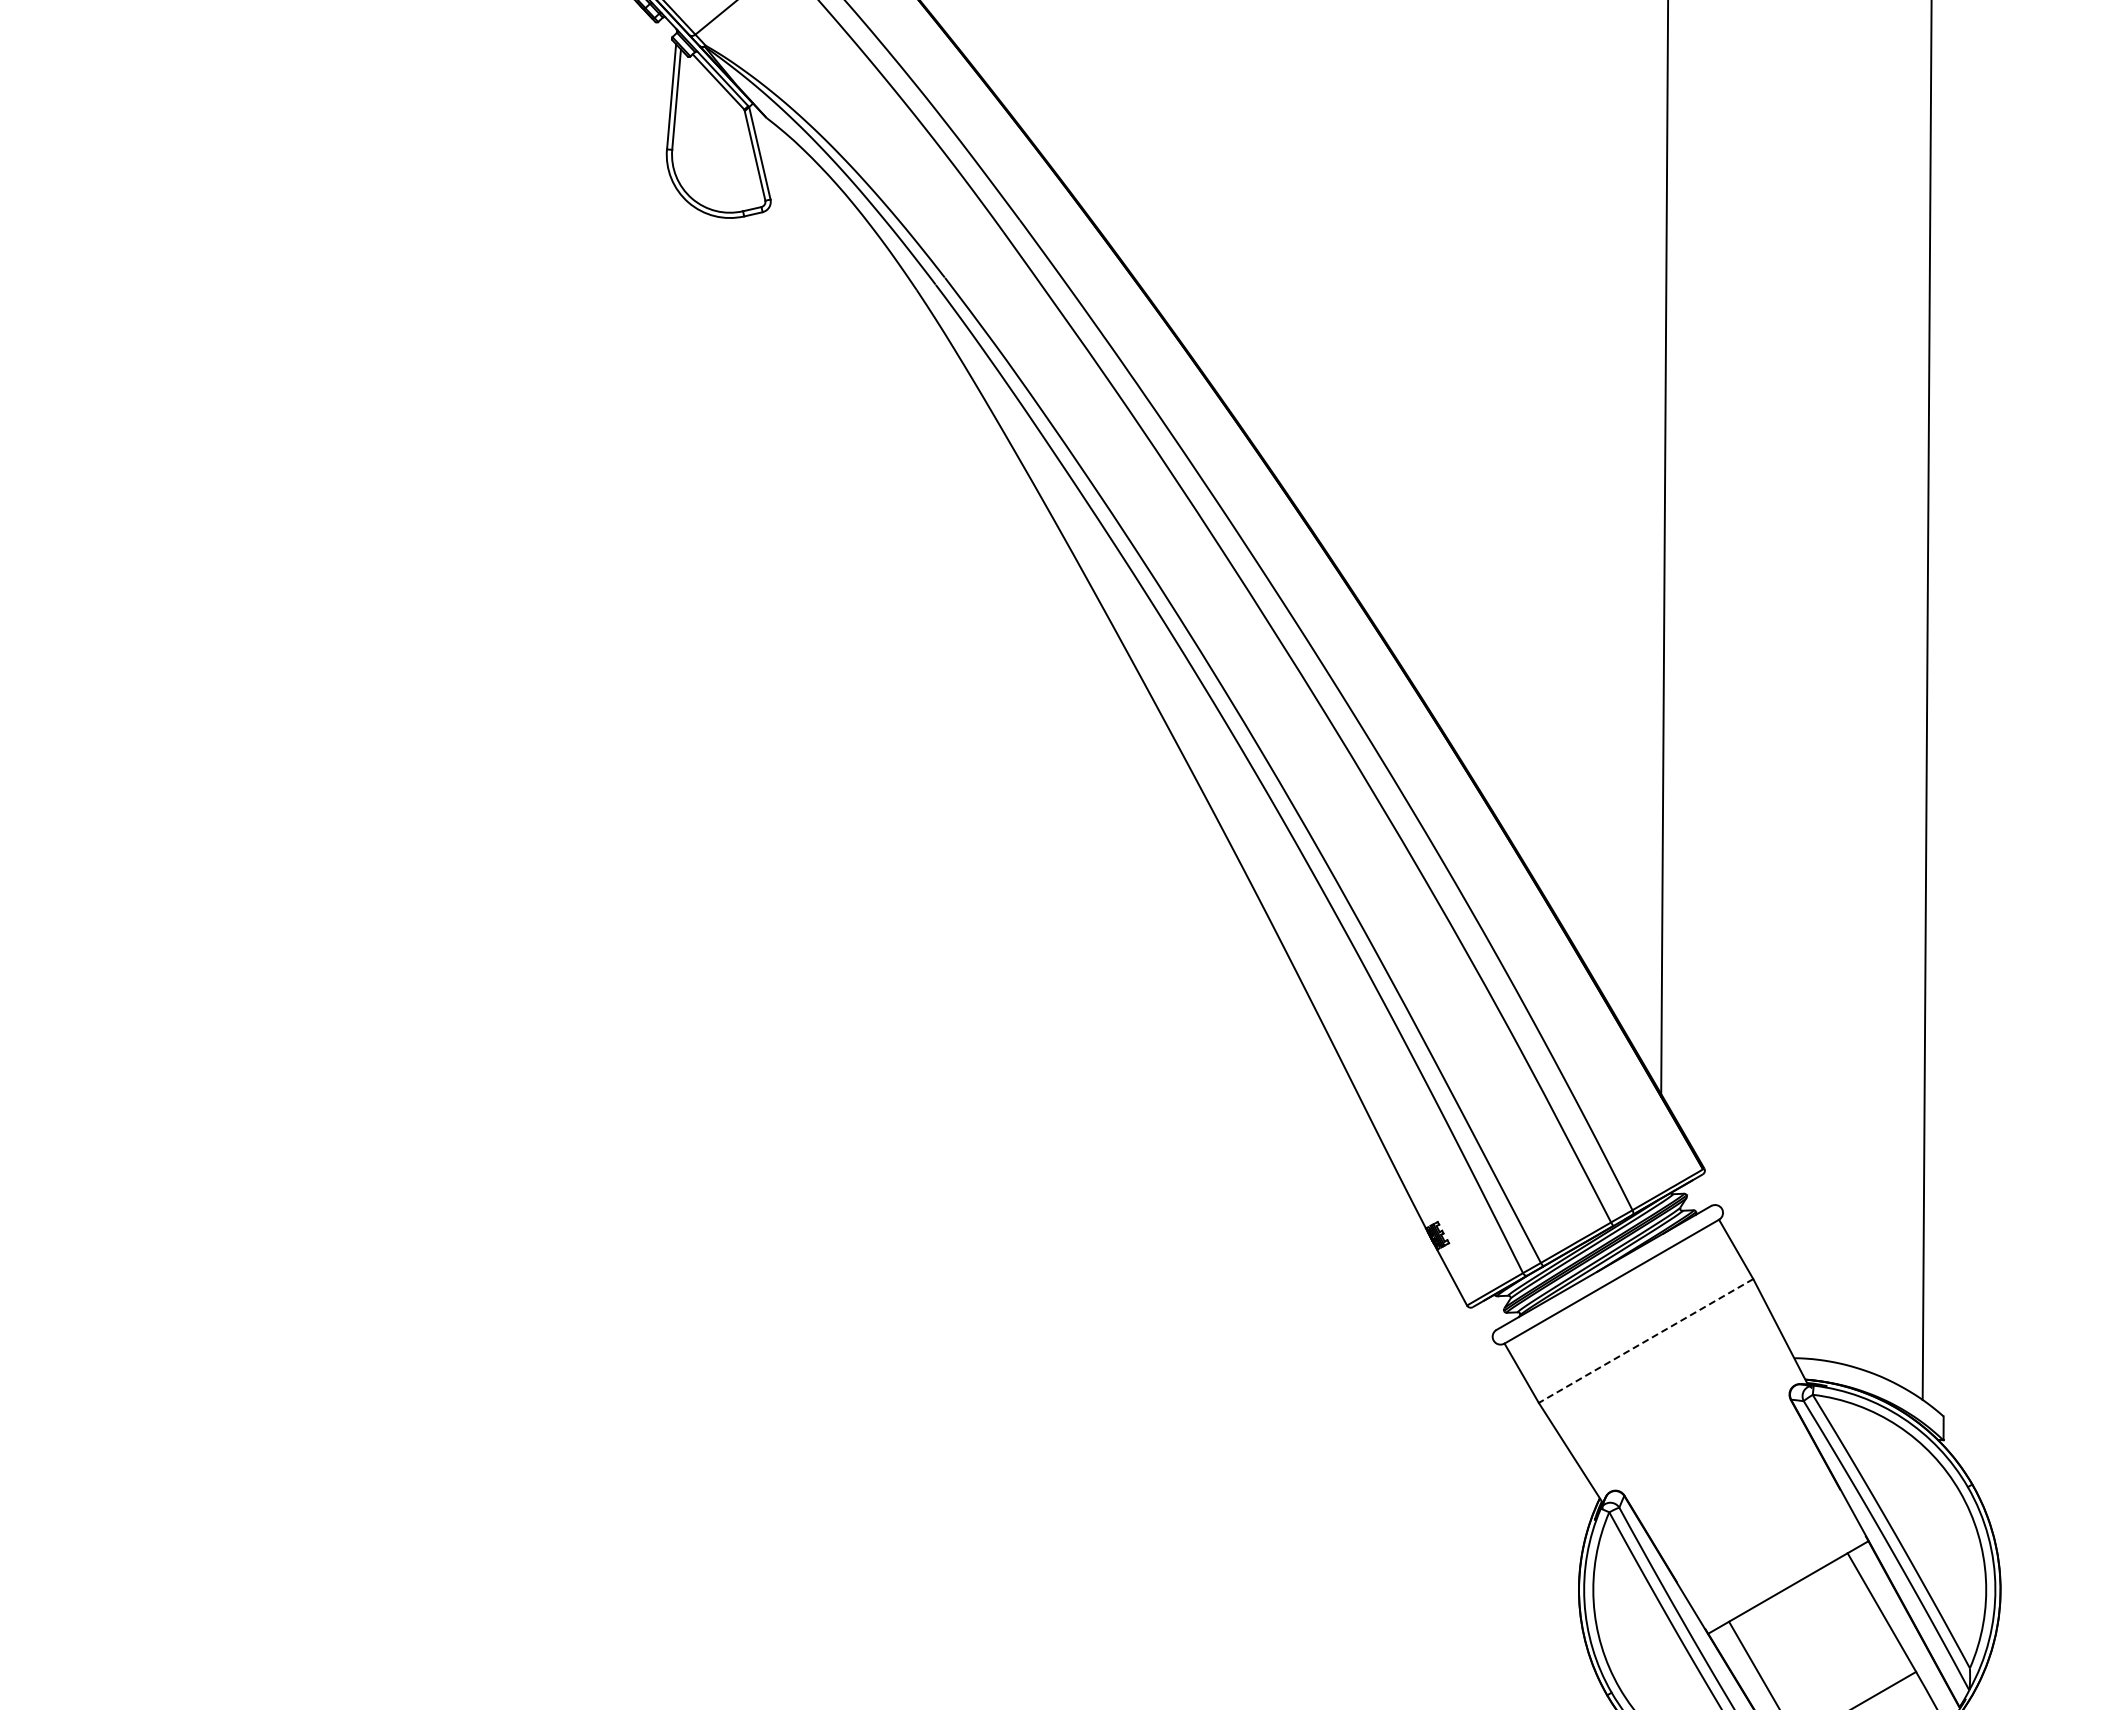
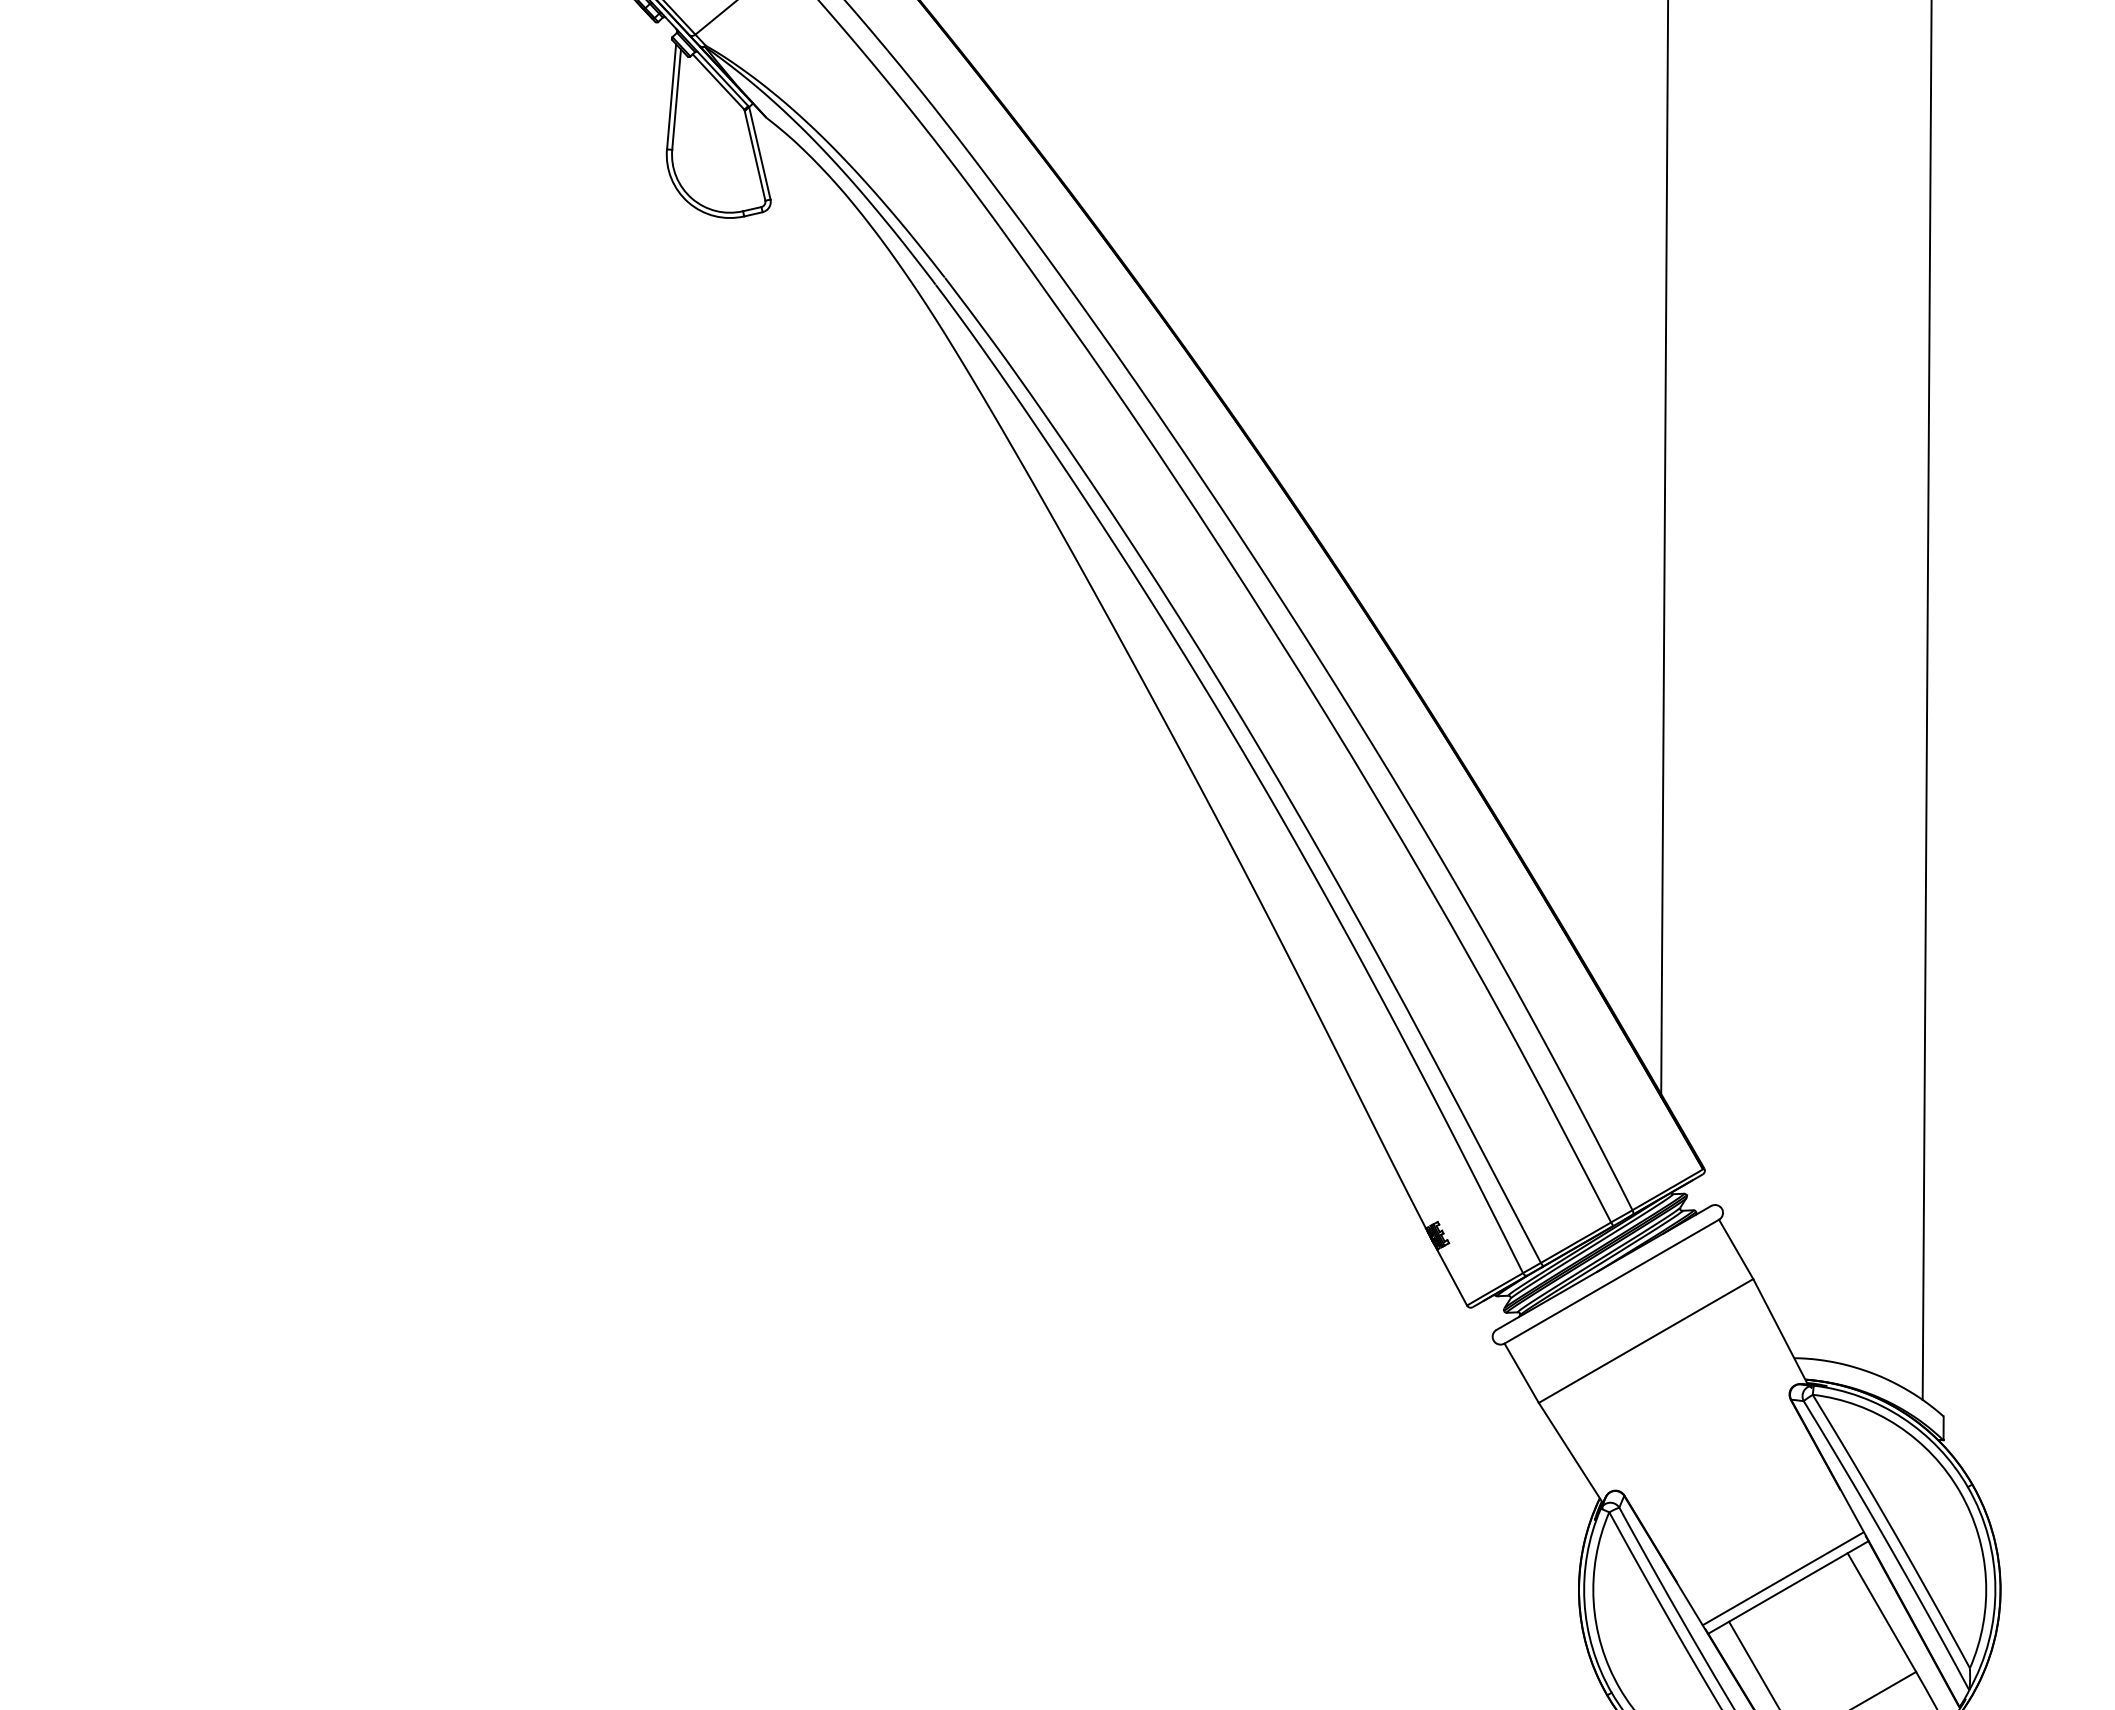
line at (1646, 1341): dashed -> solid
line at (1782, 1578): none -> present
